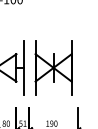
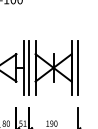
line at (29, 67): none -> present
line at (77, 67): none -> present
